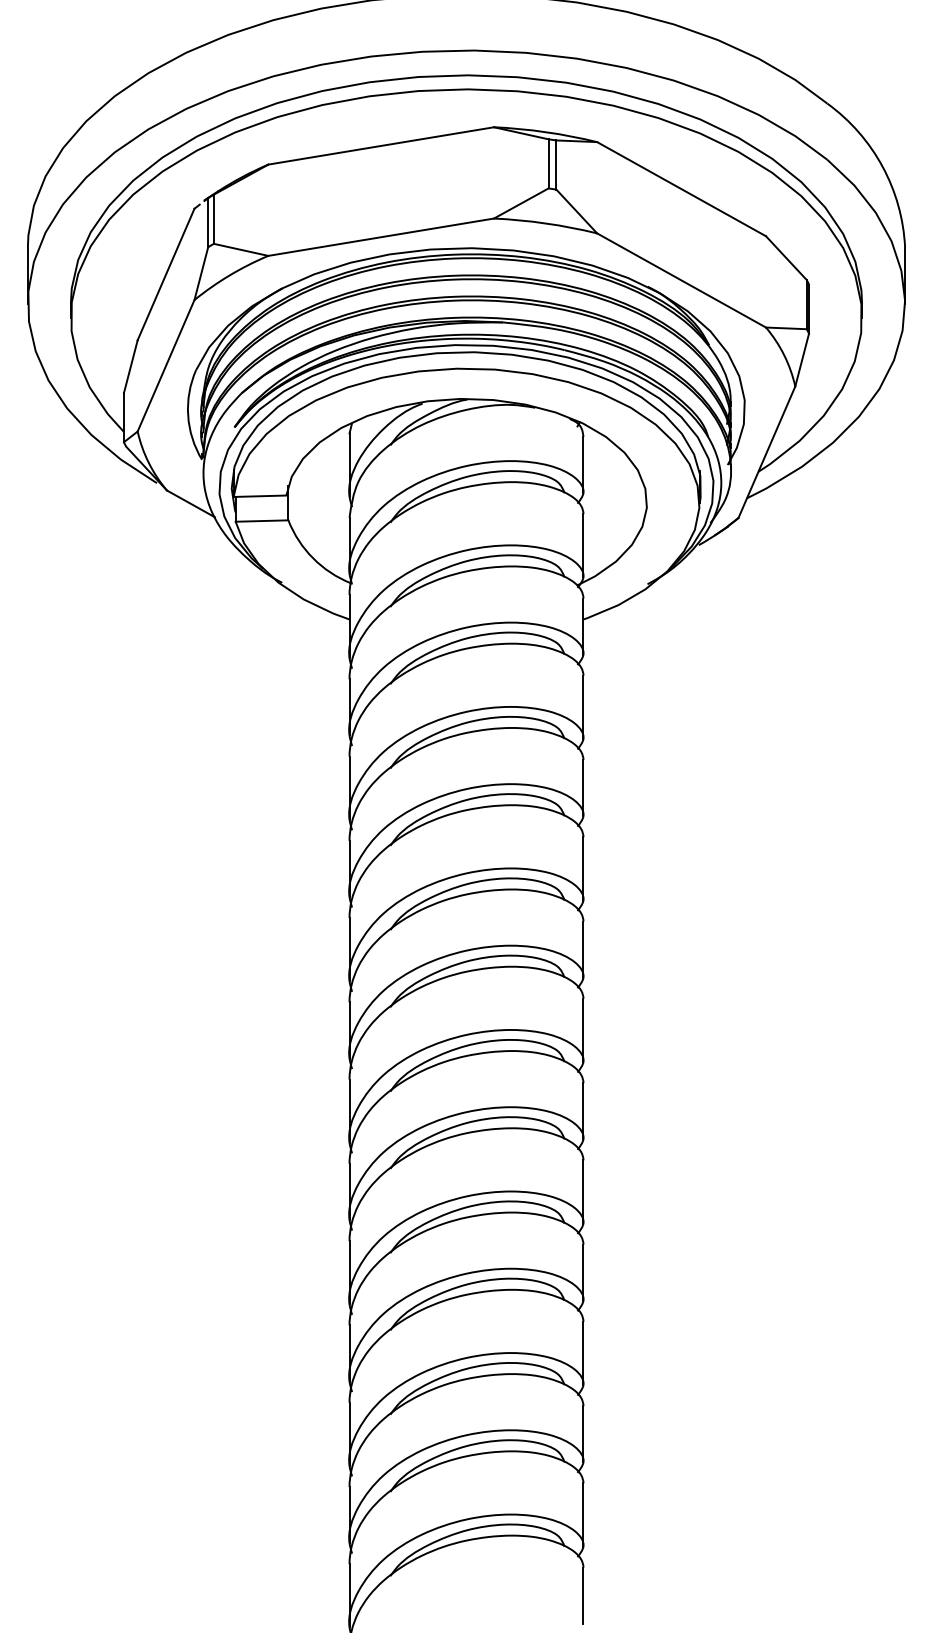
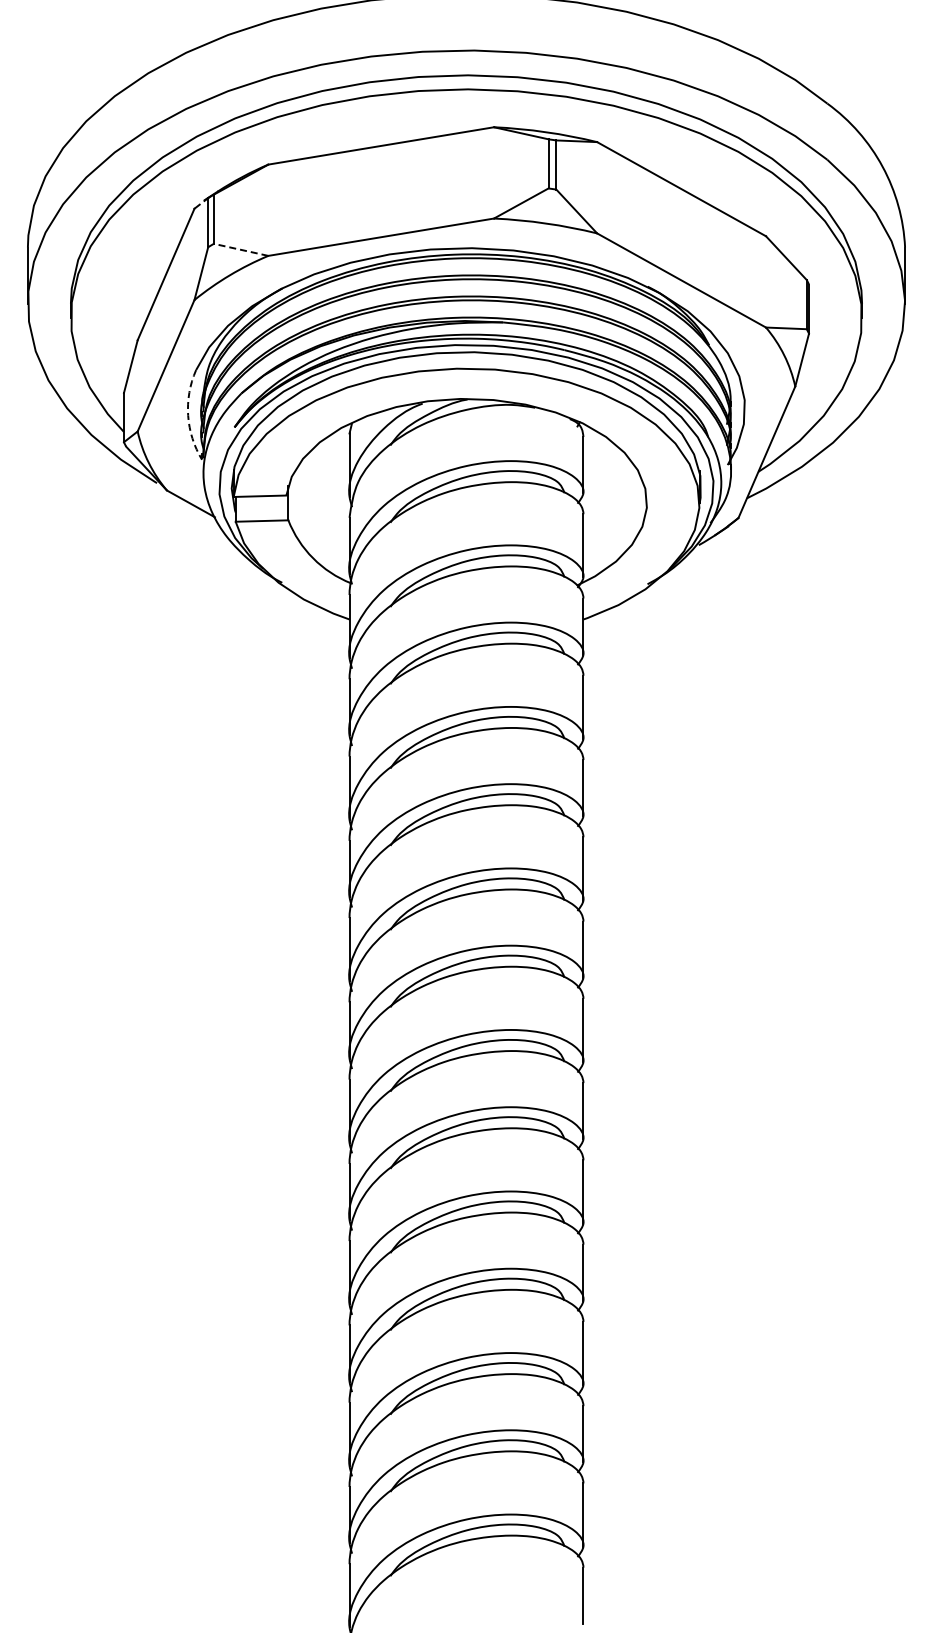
line at (241, 249): solid -> dashed
arc at (188, 415): solid -> dashed
